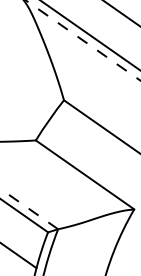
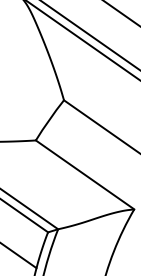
line at (83, 40): dashed -> solid
line at (28, 208): dashed -> solid
